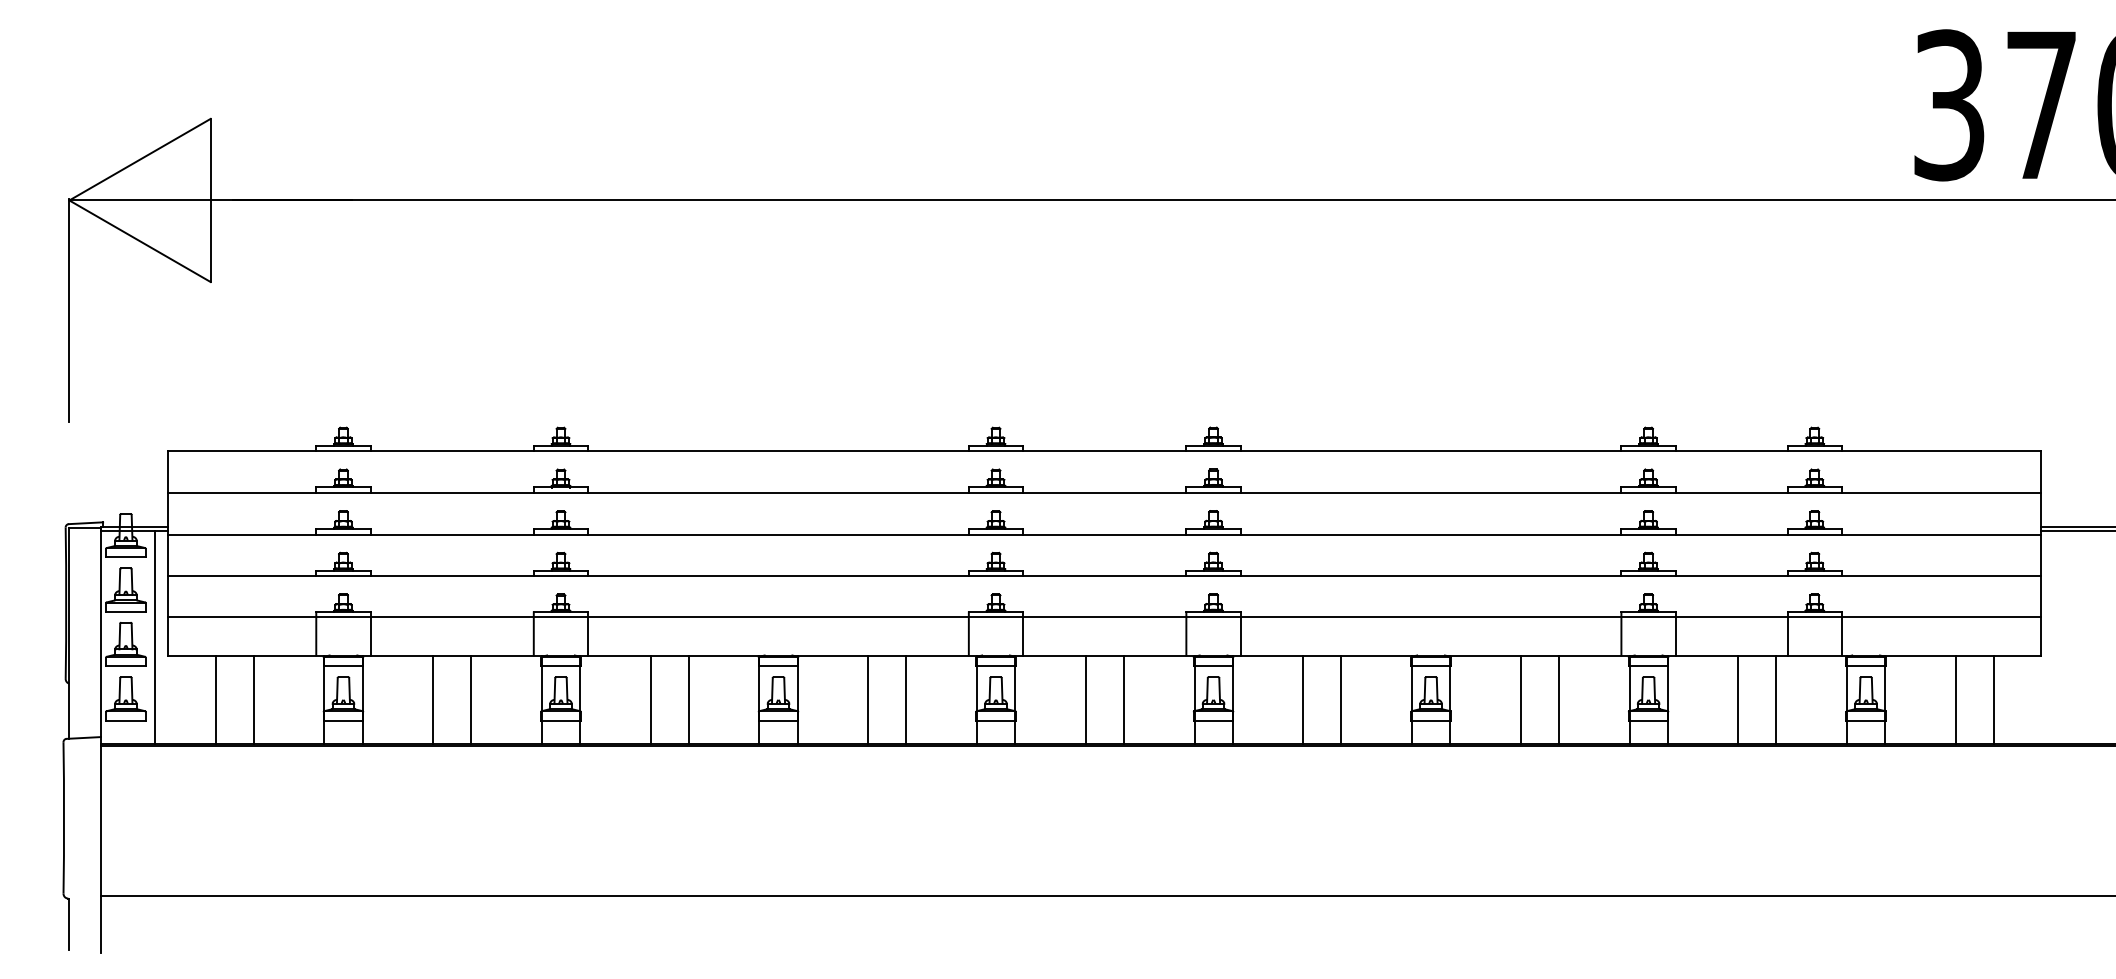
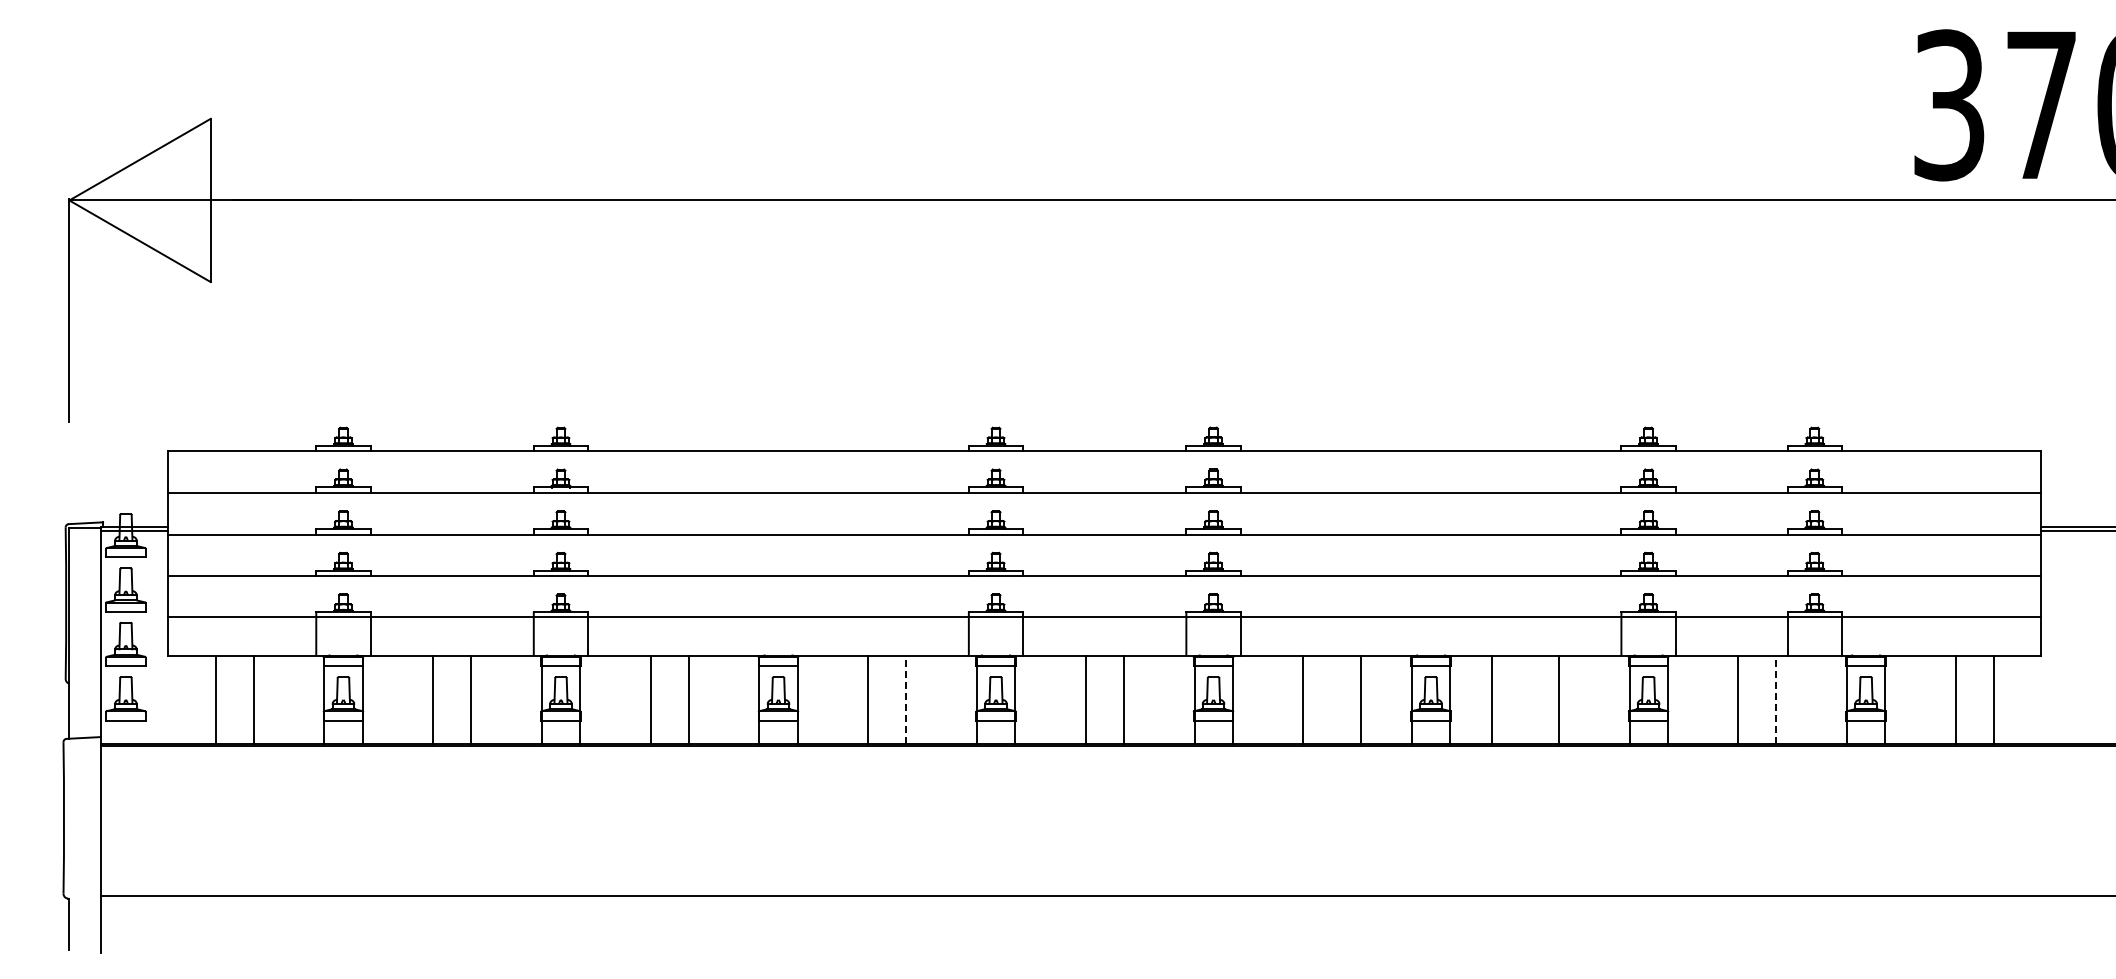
line at (154, 636): present -> none
line at (906, 699): solid -> dashed
line at (1341, 699) position: (1341, 699) -> (1361, 699)
line at (1520, 699) position: (1520, 699) -> (1491, 699)
line at (1776, 699): solid -> dashed
